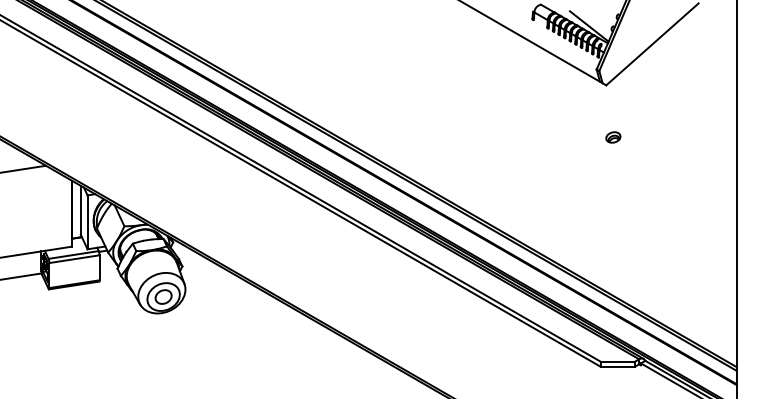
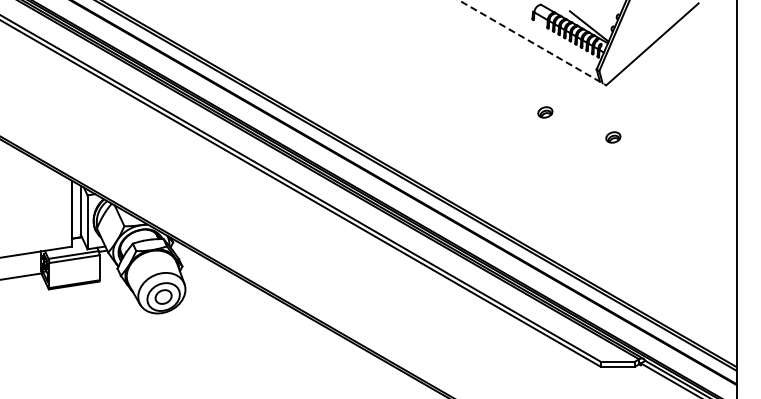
line at (532, 42): solid -> dashed
part at (545, 112): none -> present
line at (24, 168): present -> none
